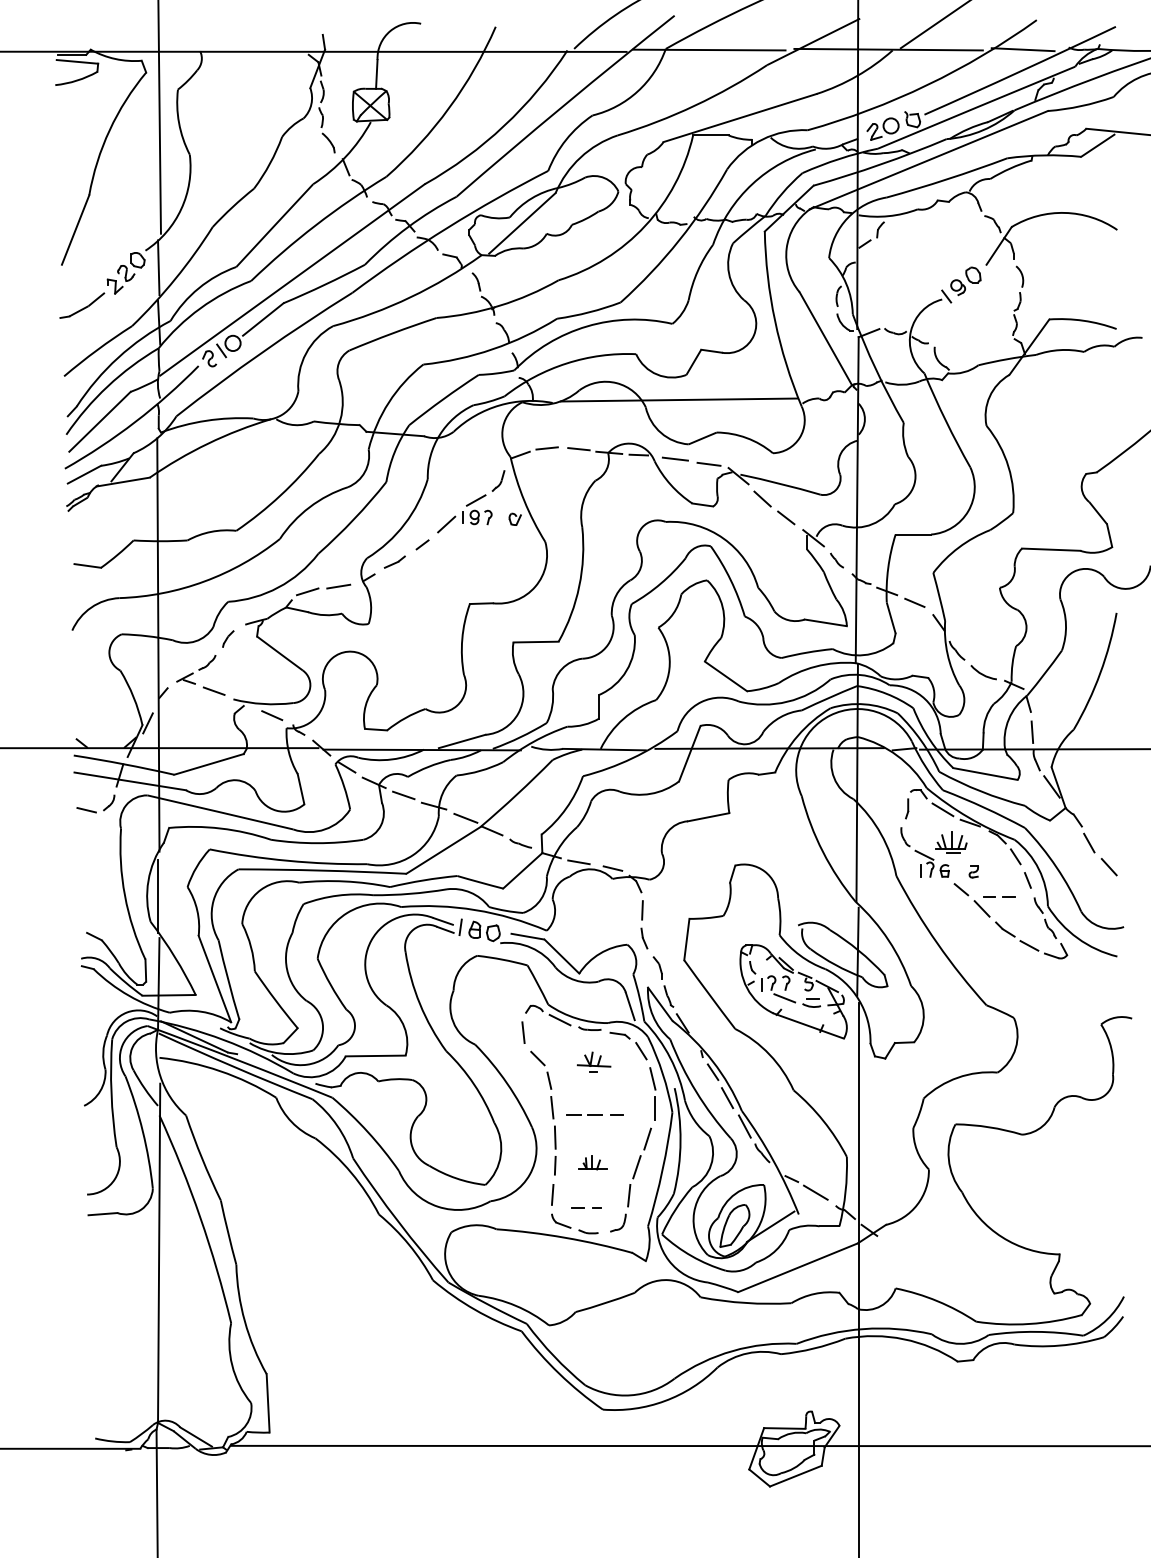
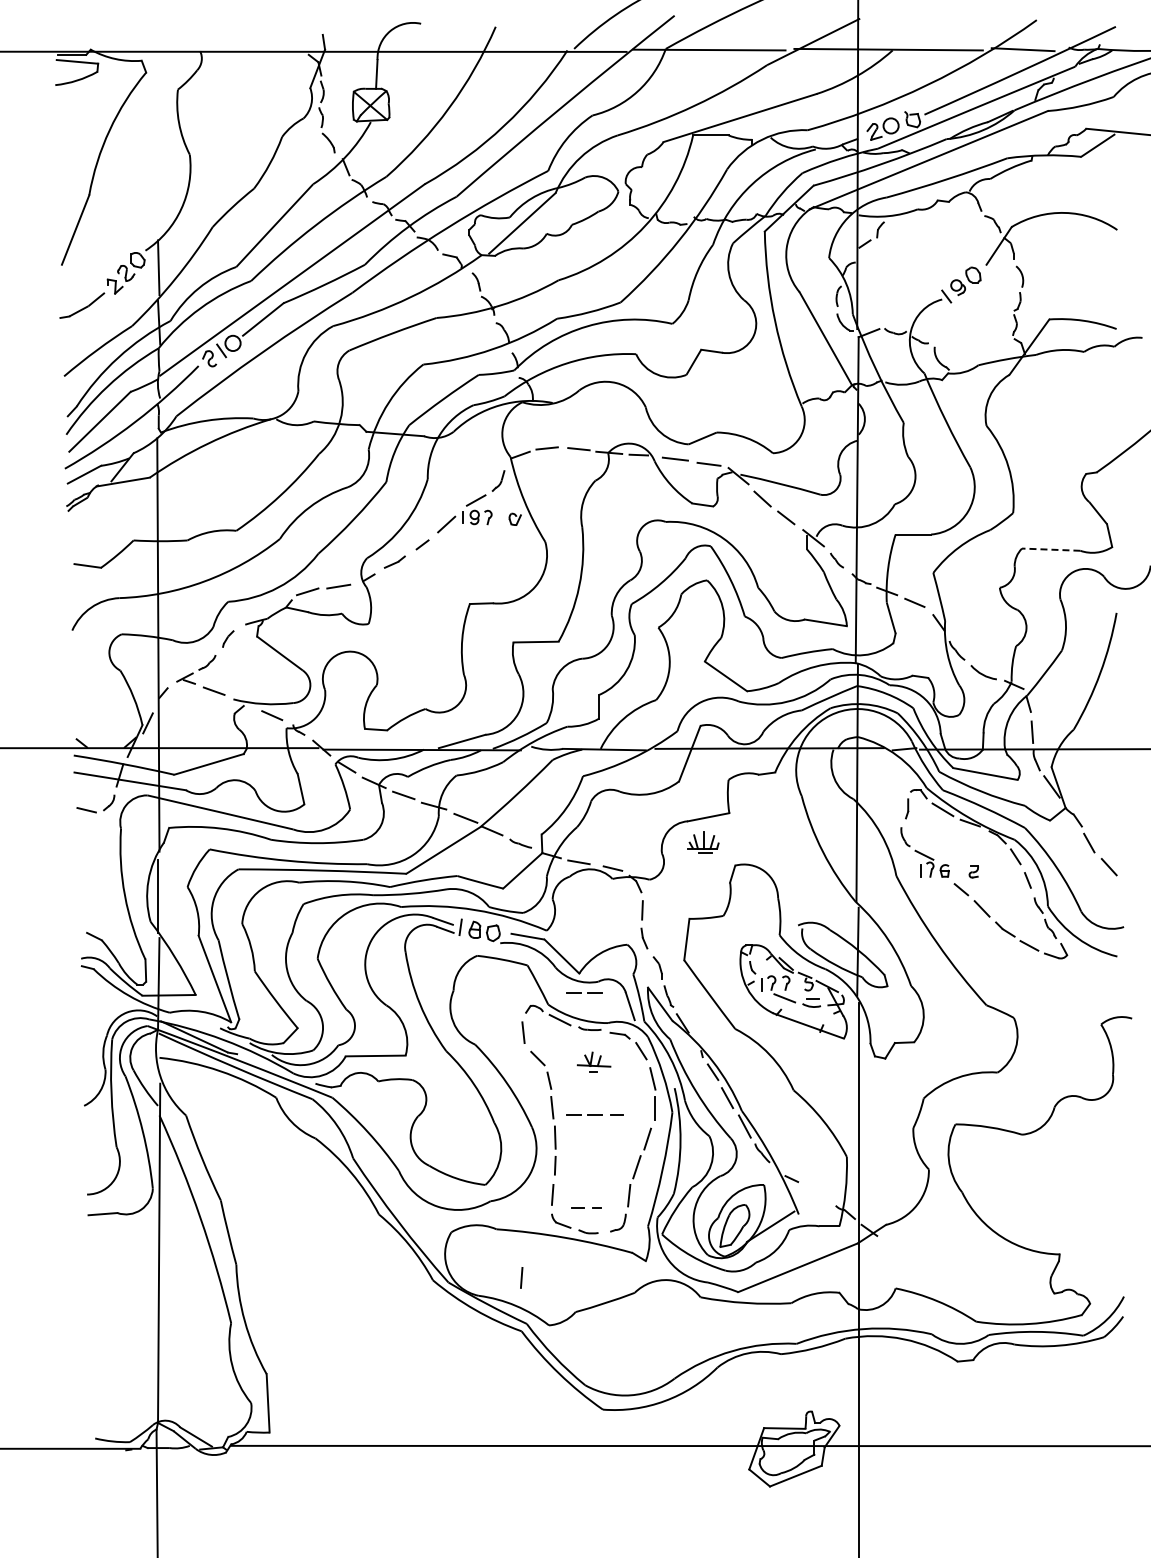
line at (933, 25): present -> none
line at (159, 117): present -> none
line at (678, 399): present -> none
line at (1050, 549): solid -> dashed
part at (951, 842) position: (951, 842) -> (703, 842)
line at (1002, 896): present -> none
line at (581, 992): none -> present
part at (592, 1162): present -> none
line at (815, 1192): present -> none
line at (521, 1277): none -> present
